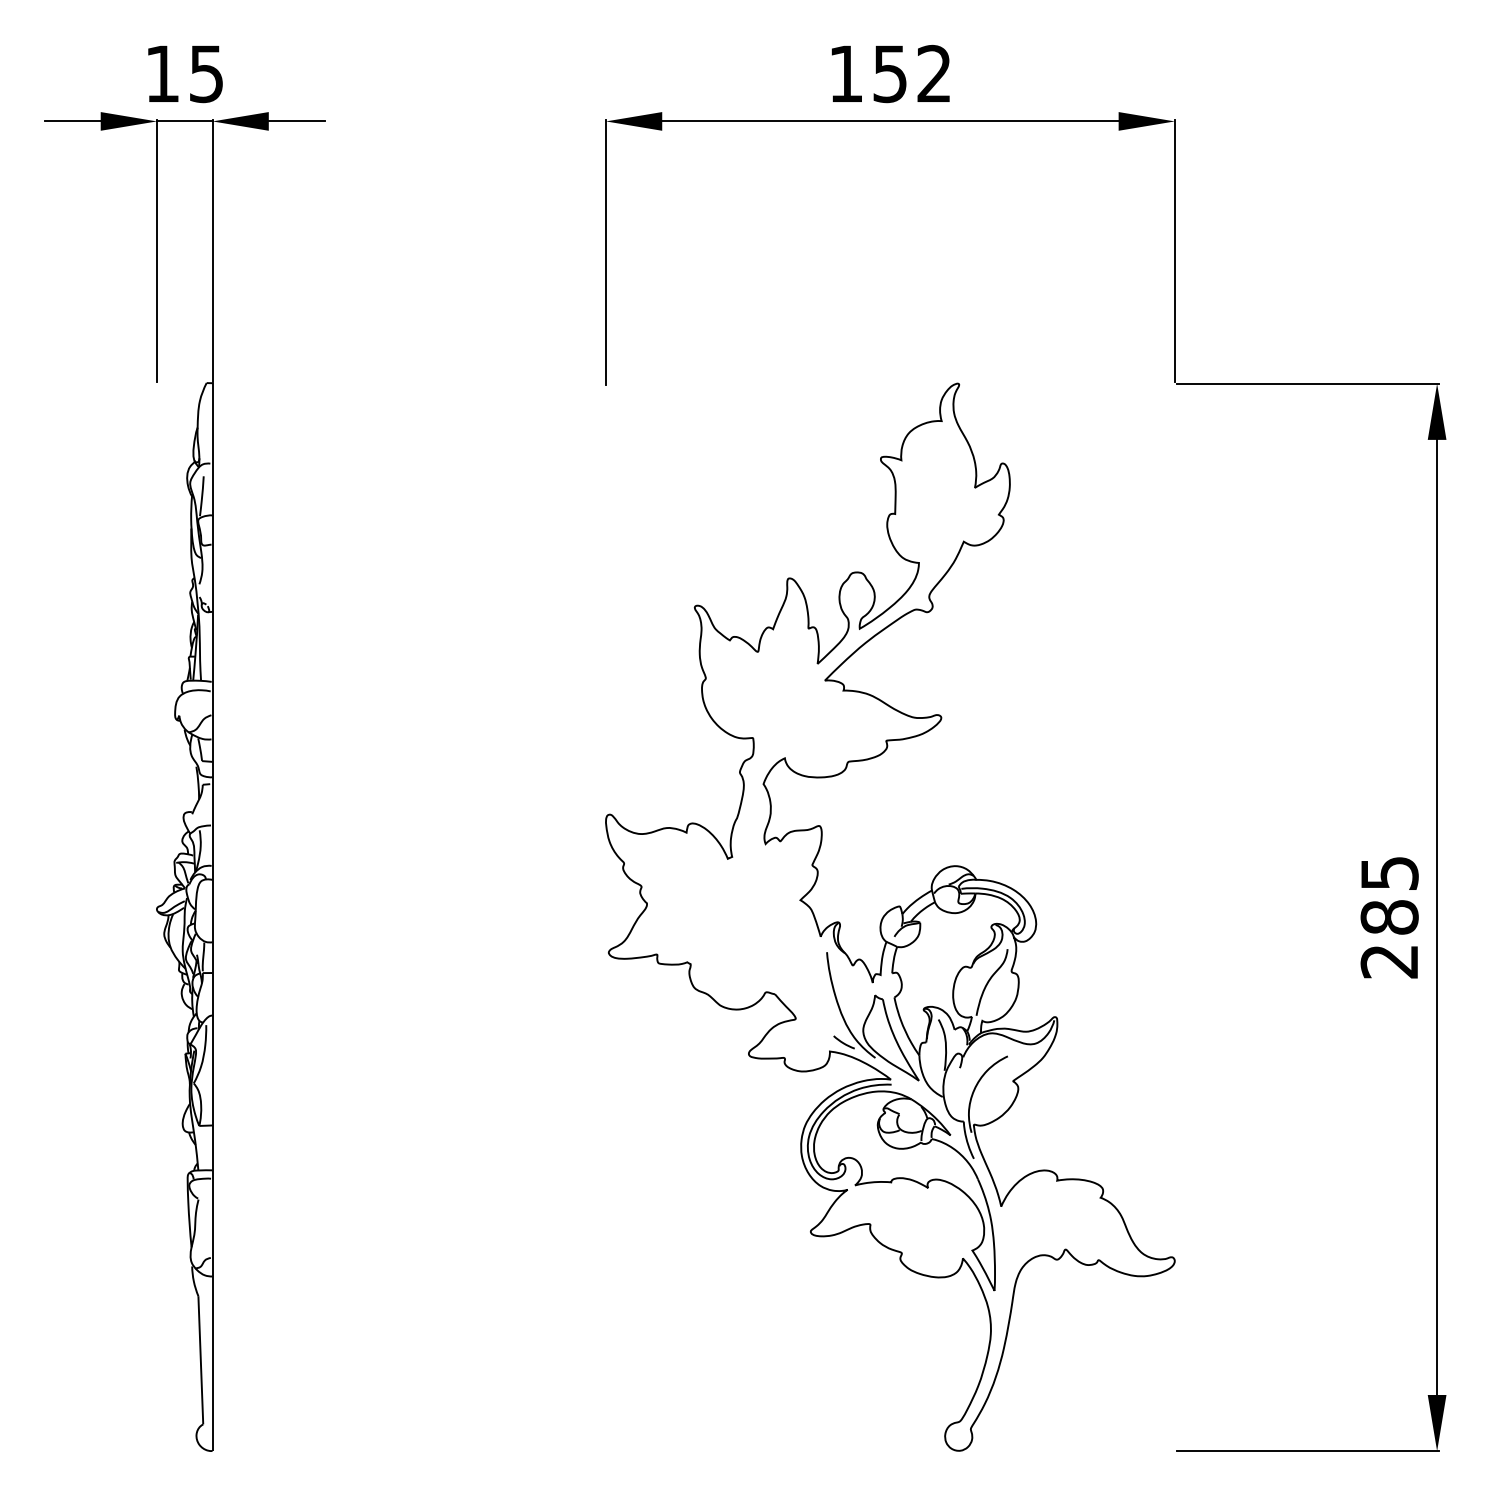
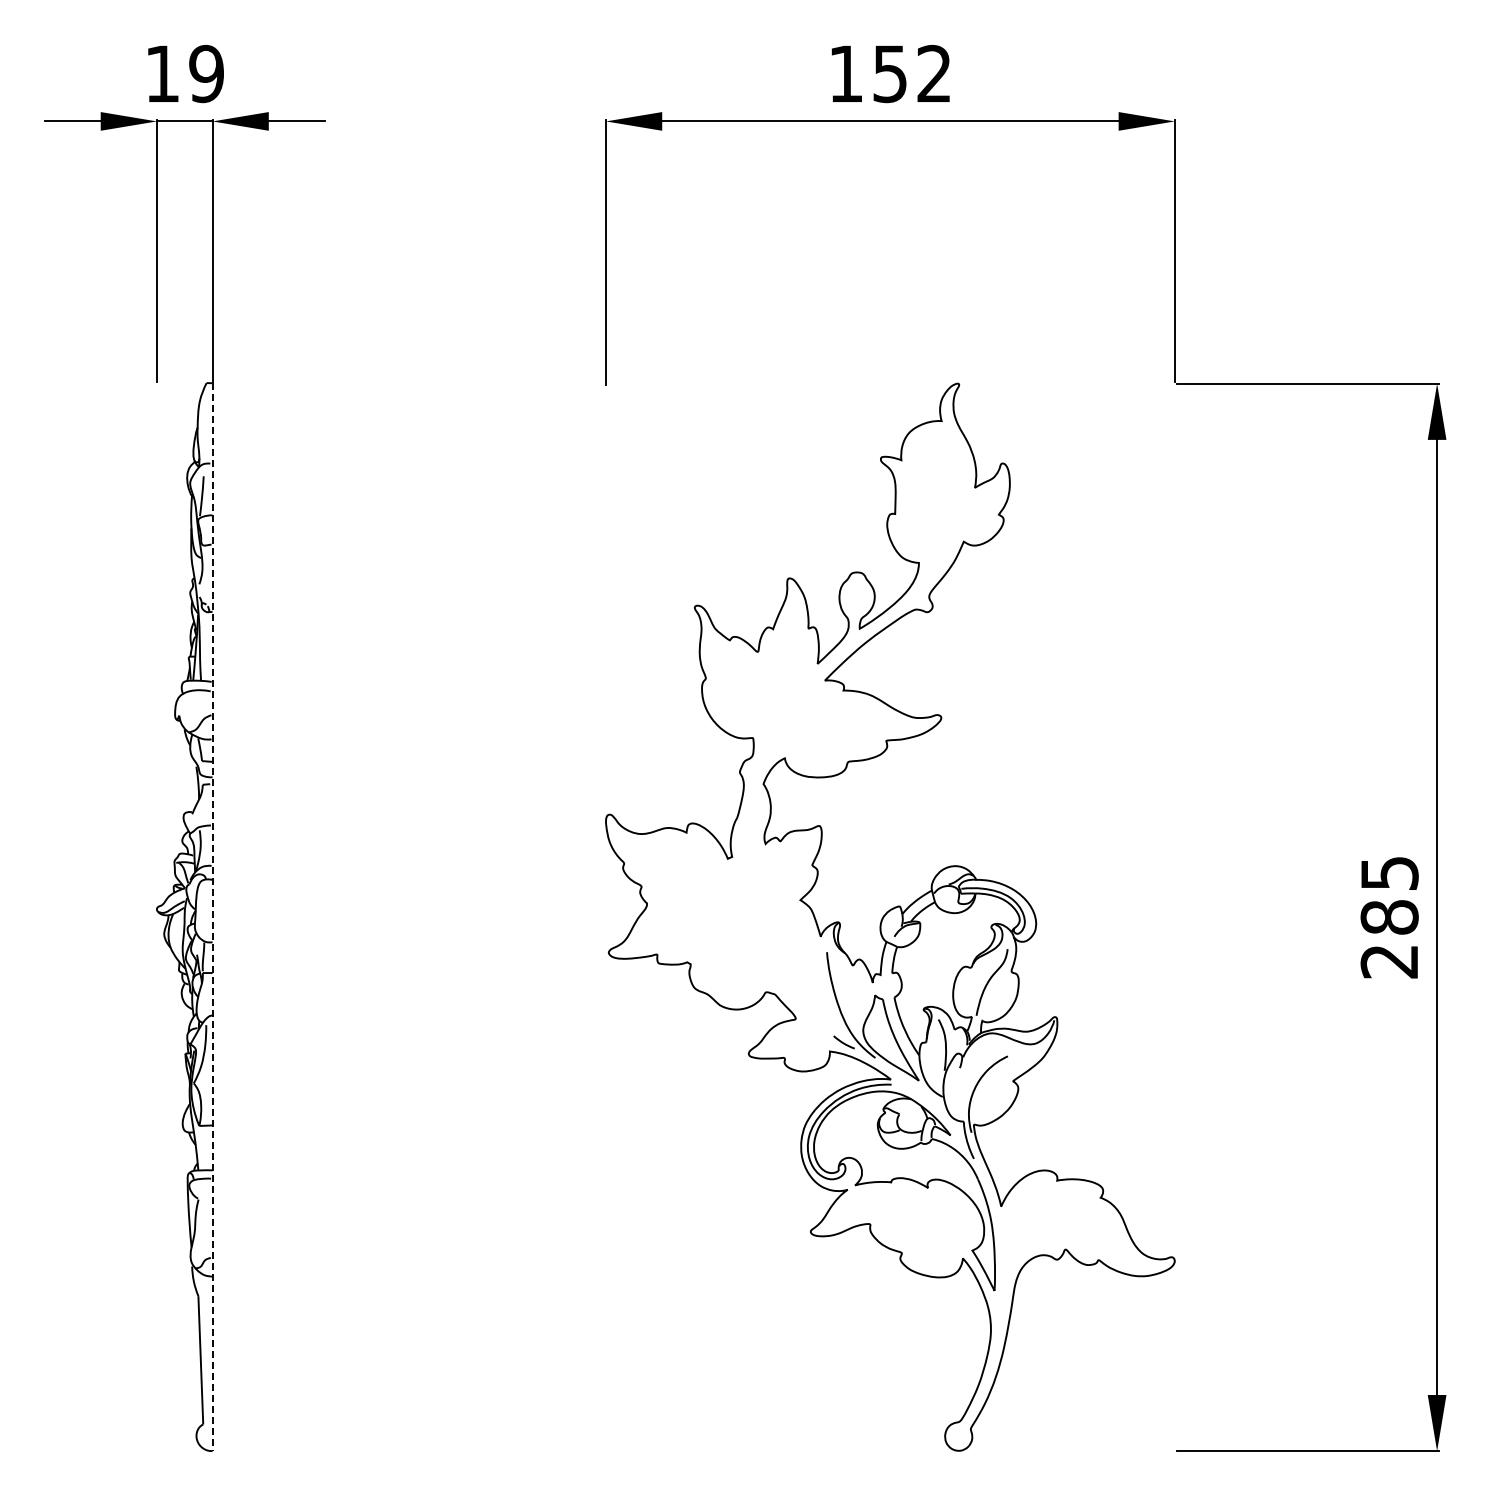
text at (206, 73): 15 -> 19
line at (212, 917): solid -> dashed
